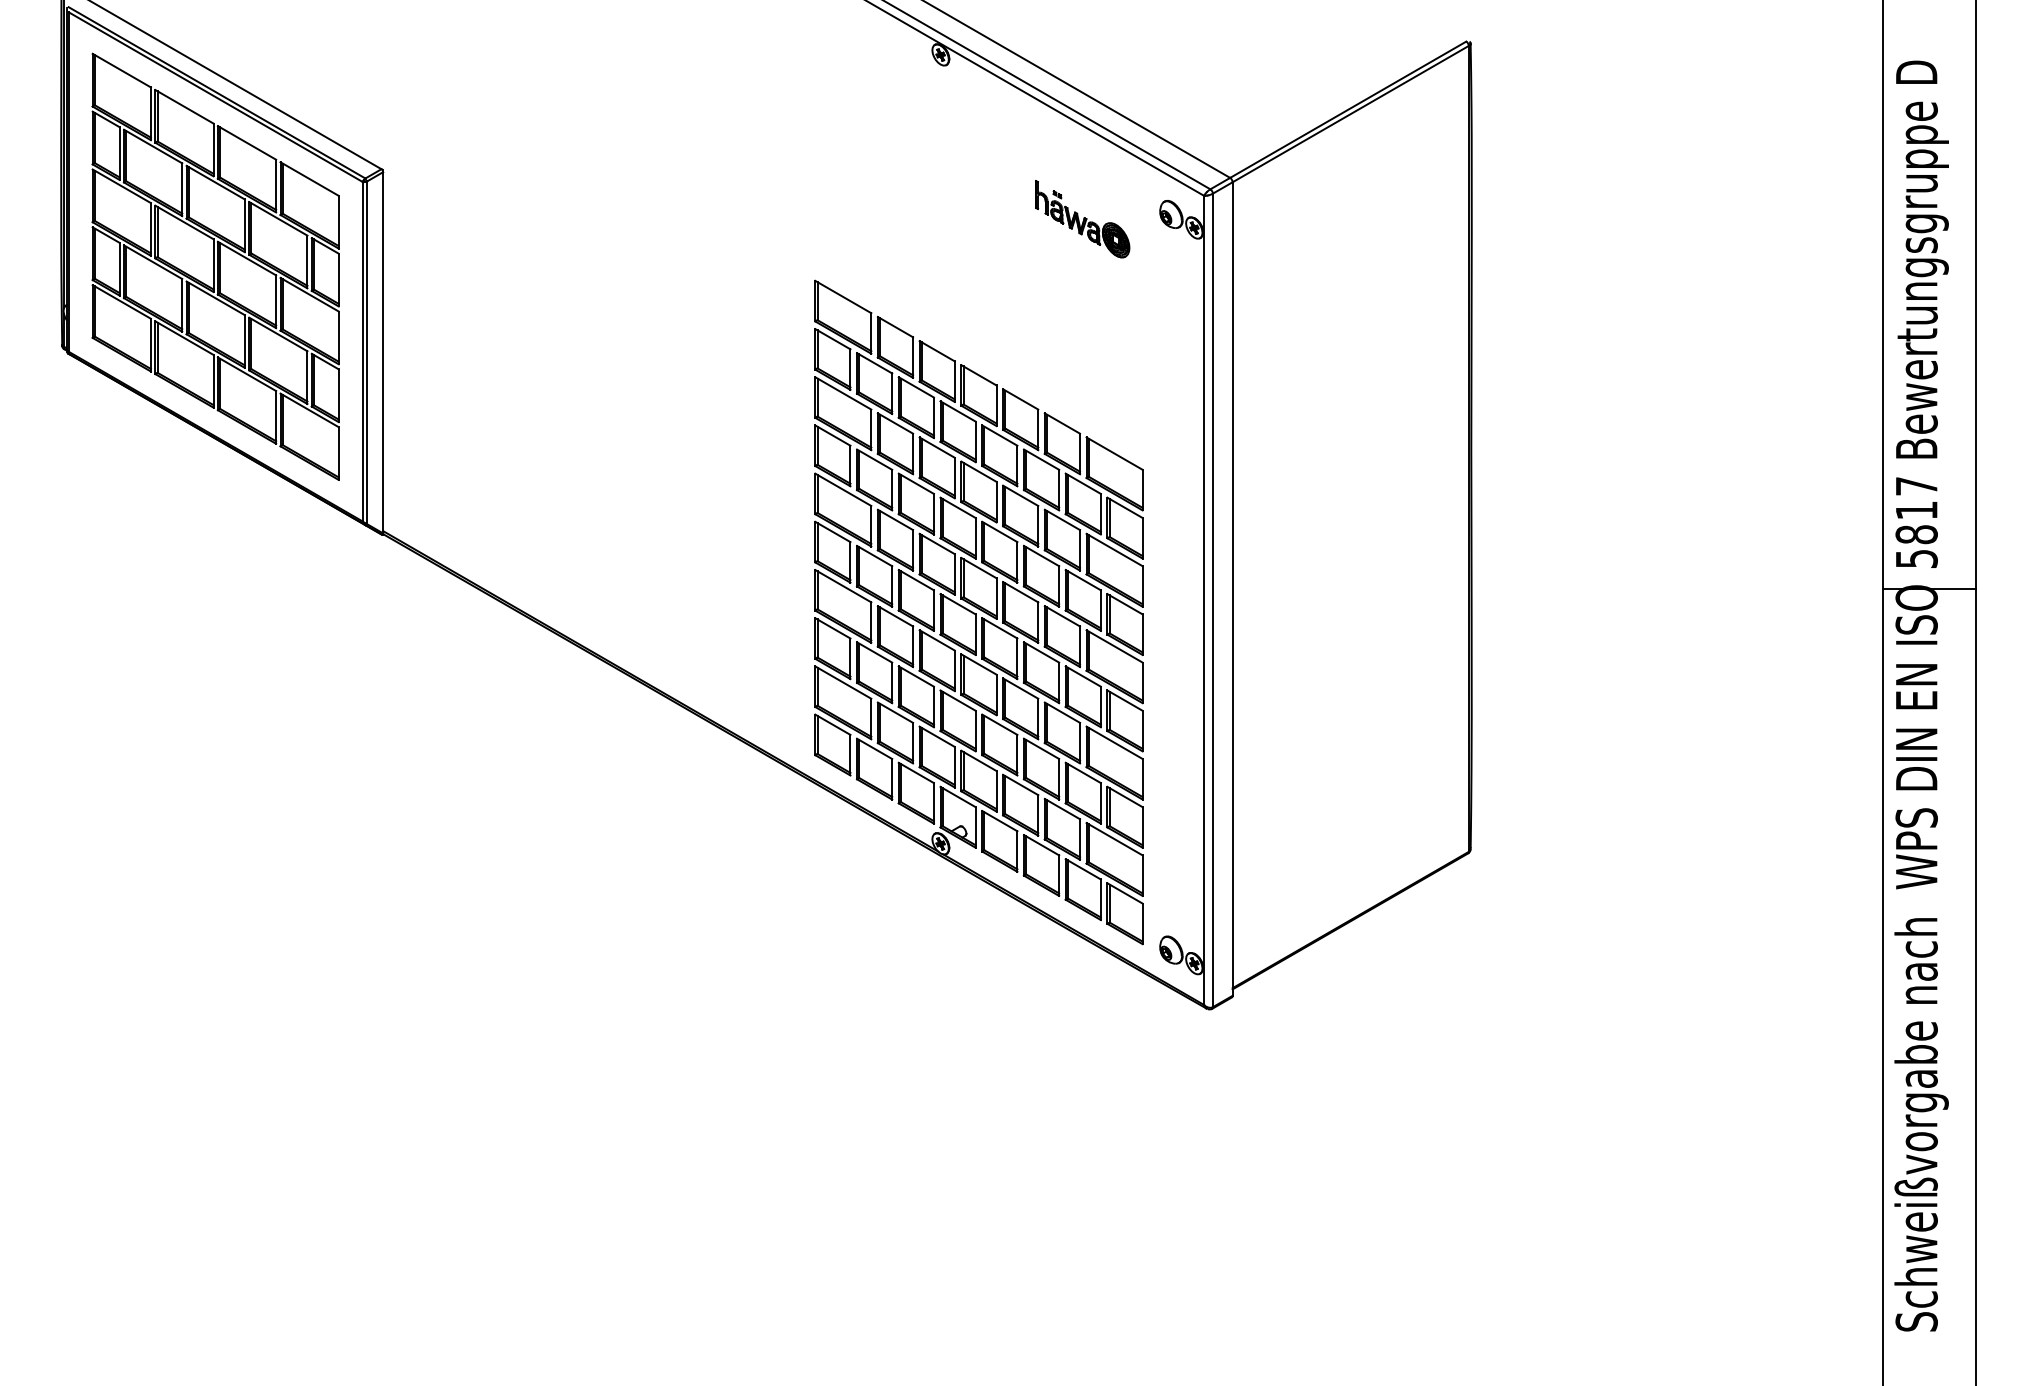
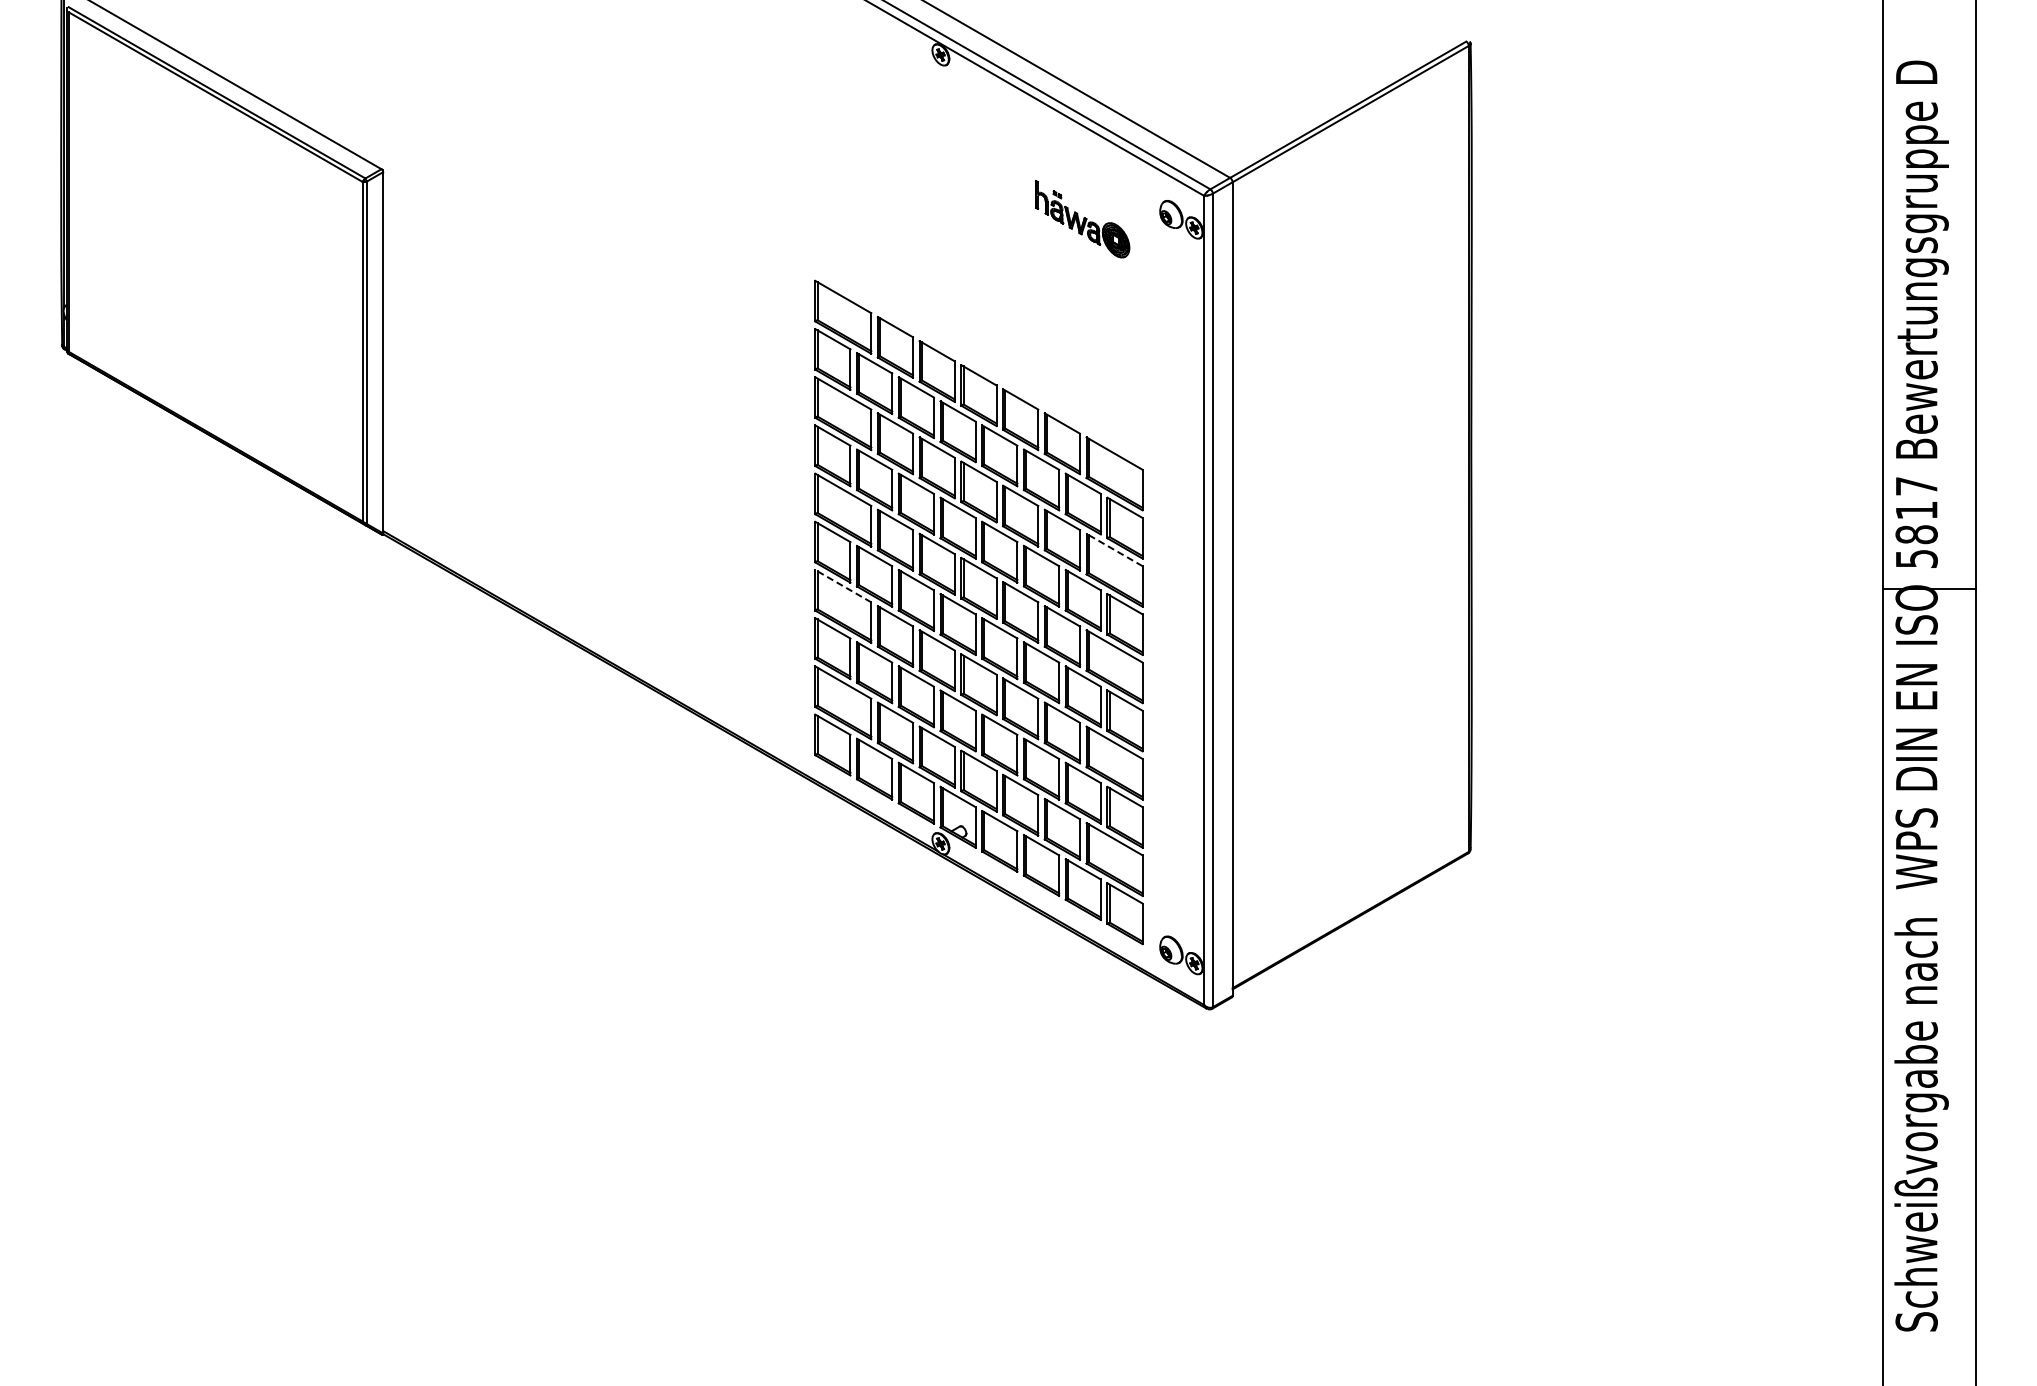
part at (215, 266): present -> none
line at (1114, 549): solid -> dashed
line at (842, 585): solid -> dashed
